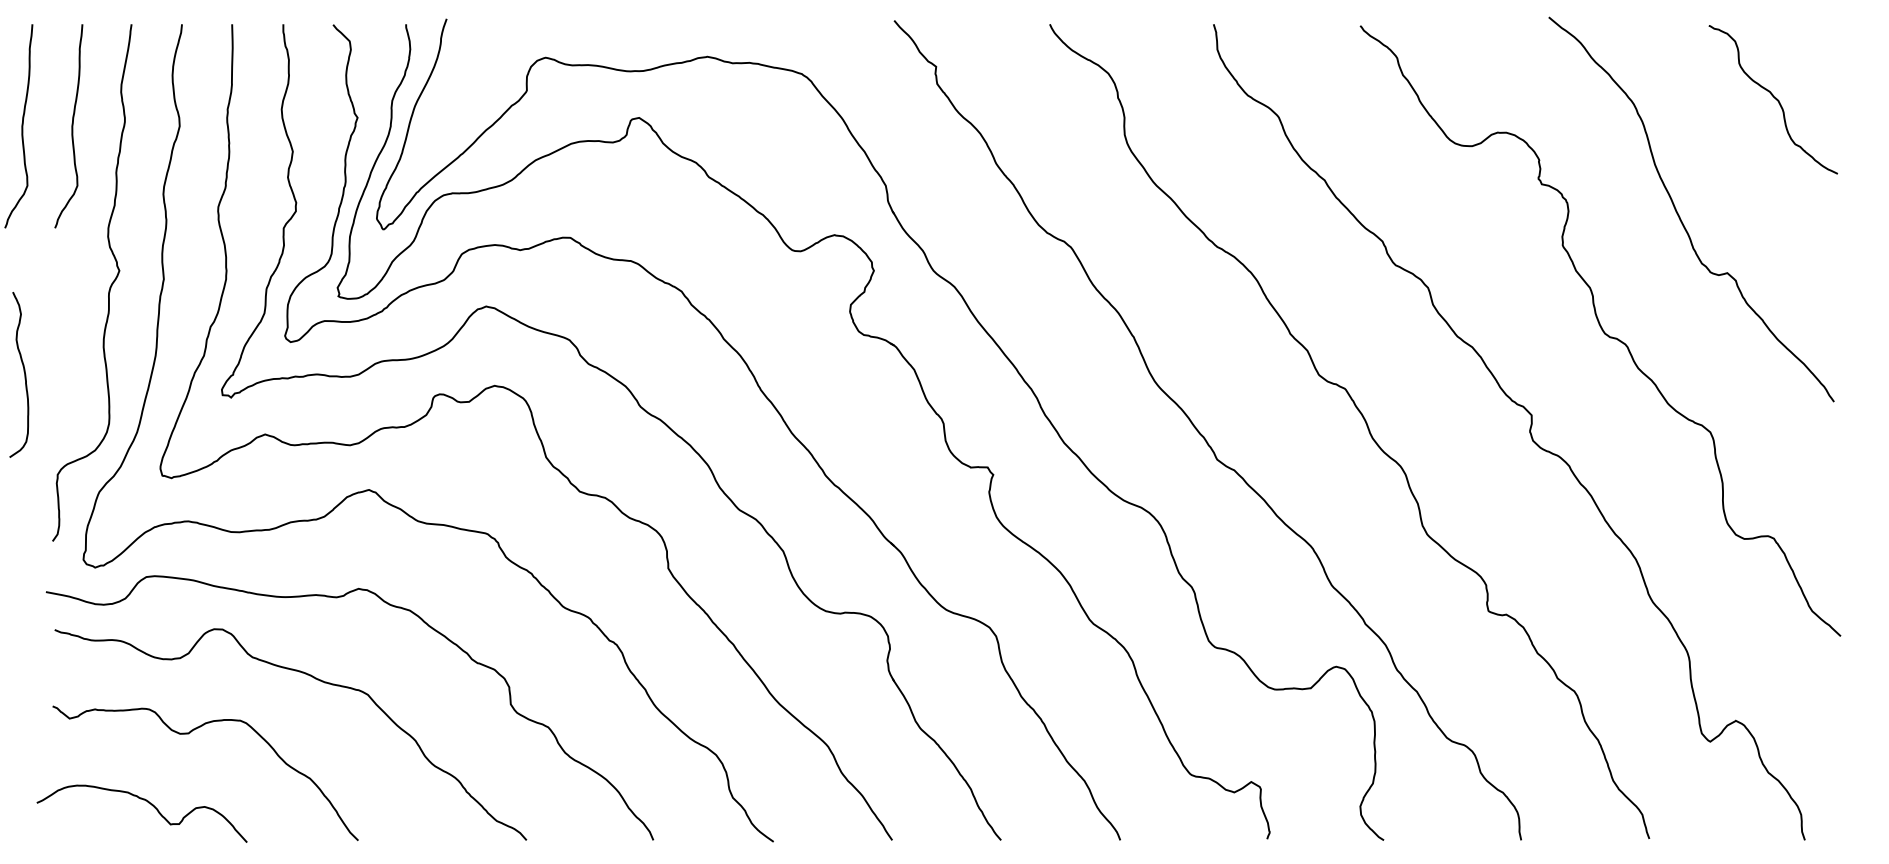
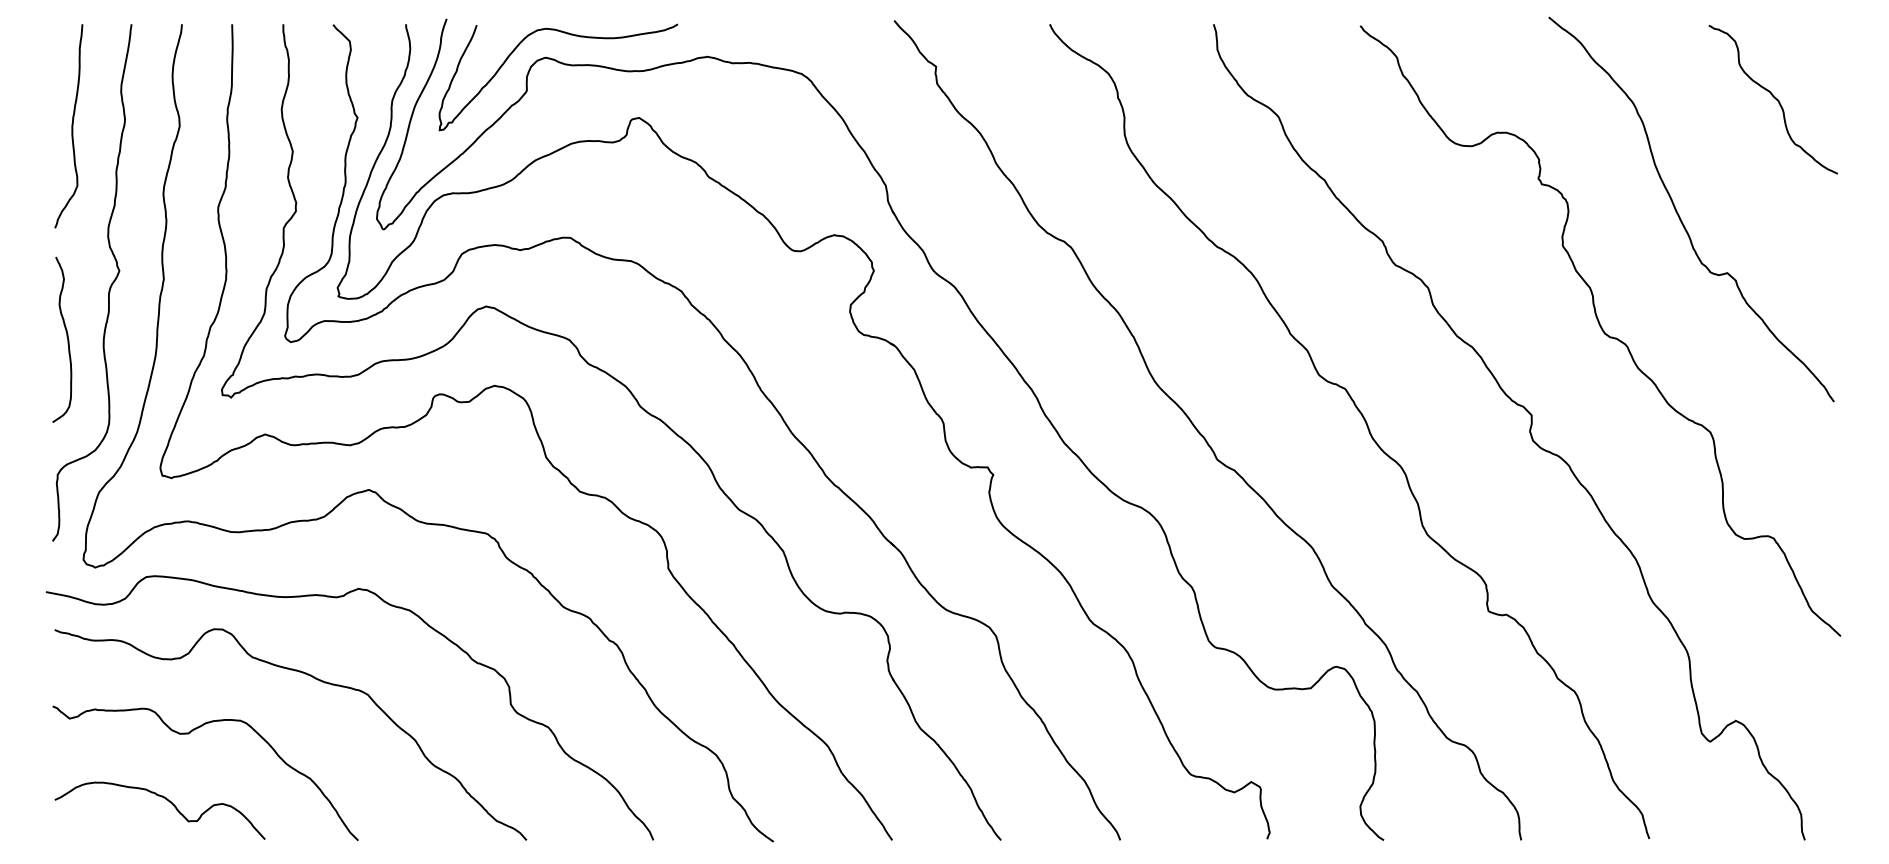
curve at (570, 35): none -> present
curve at (21, 126): present -> none
curve at (23, 371) position: (23, 371) -> (66, 336)
curve at (148, 803) position: (148, 803) -> (166, 800)
